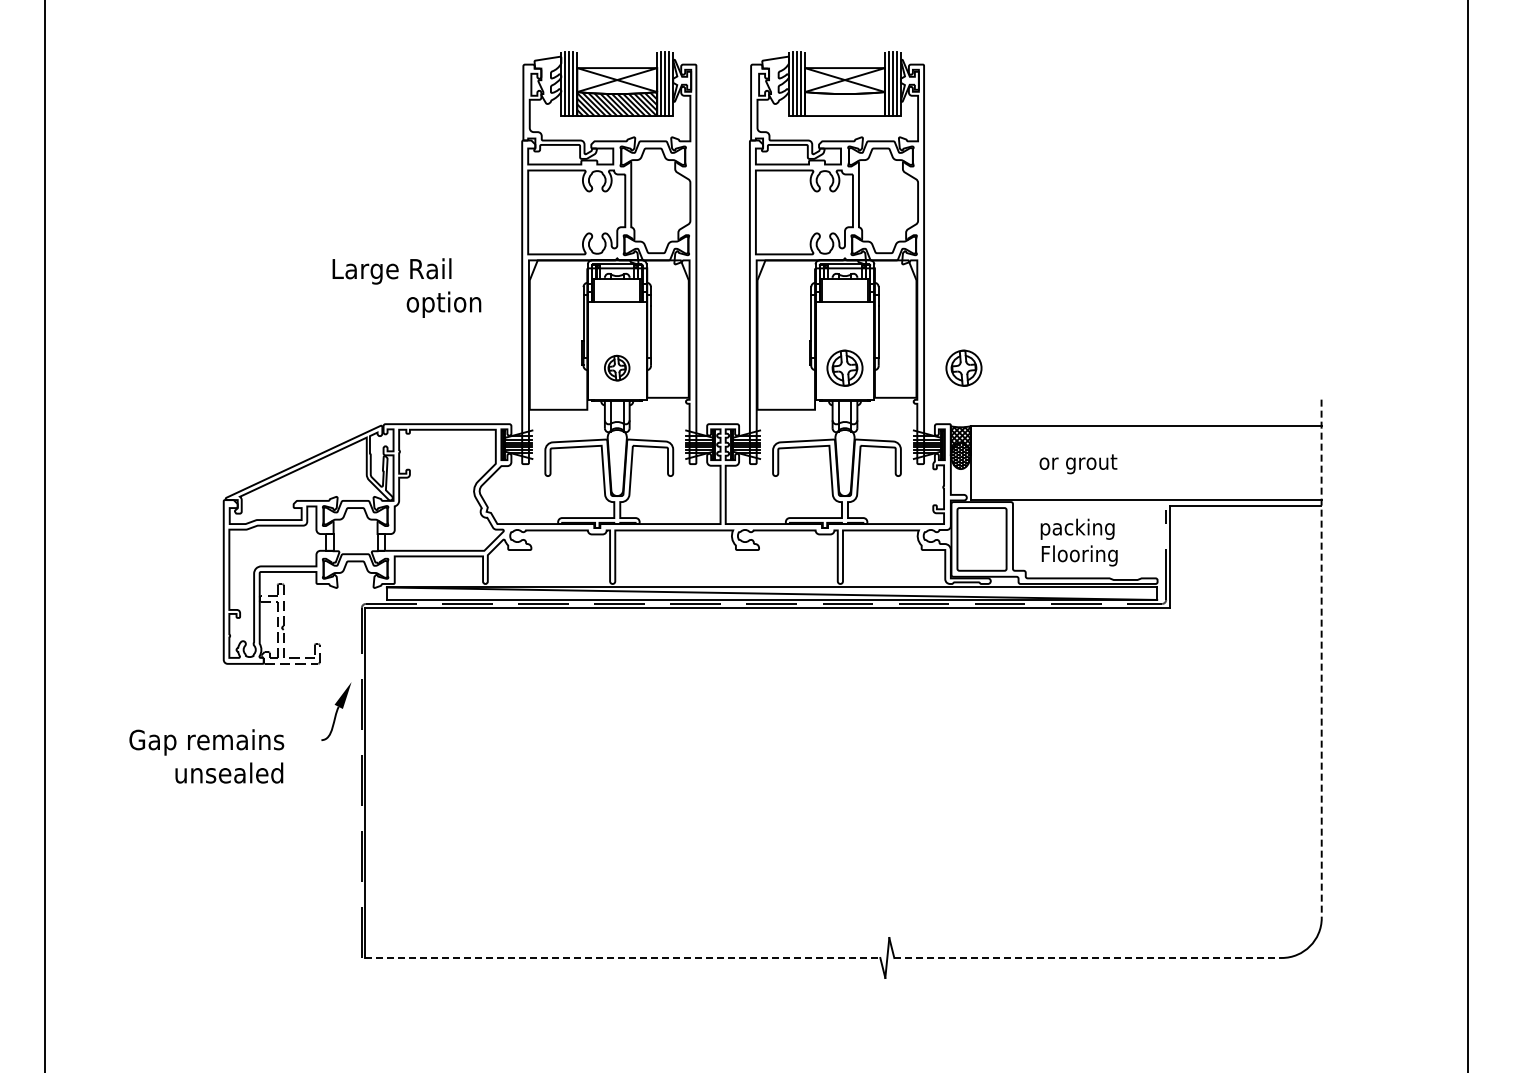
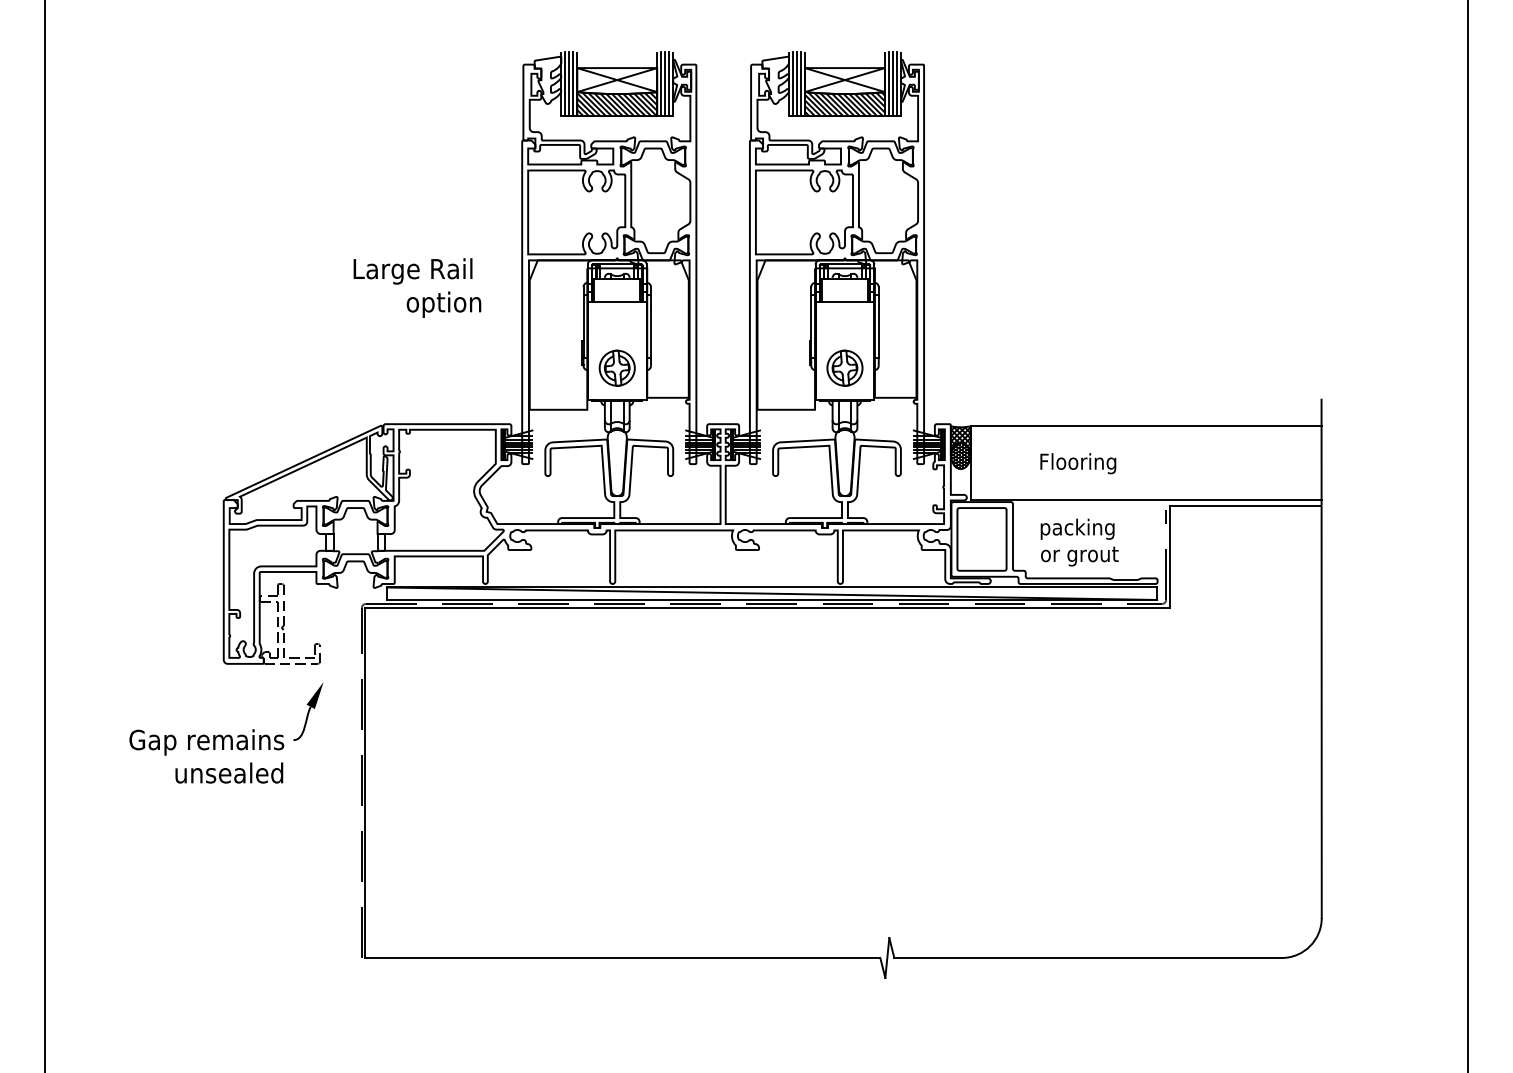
hatch at (844, 104): none -> present
text at (391, 271) position: (391, 271) -> (412, 271)
part at (617, 367) size: 27x28 px -> 38x38 px
part at (963, 367): present -> none
text at (1078, 463): or grout -> Flooring
text at (1079, 555): Flooring -> or grout
line at (1321, 659): dashed -> solid
part at (336, 711) position: (336, 711) -> (308, 711)
line at (622, 957): dashed -> solid
line at (1088, 957): dashed -> solid
